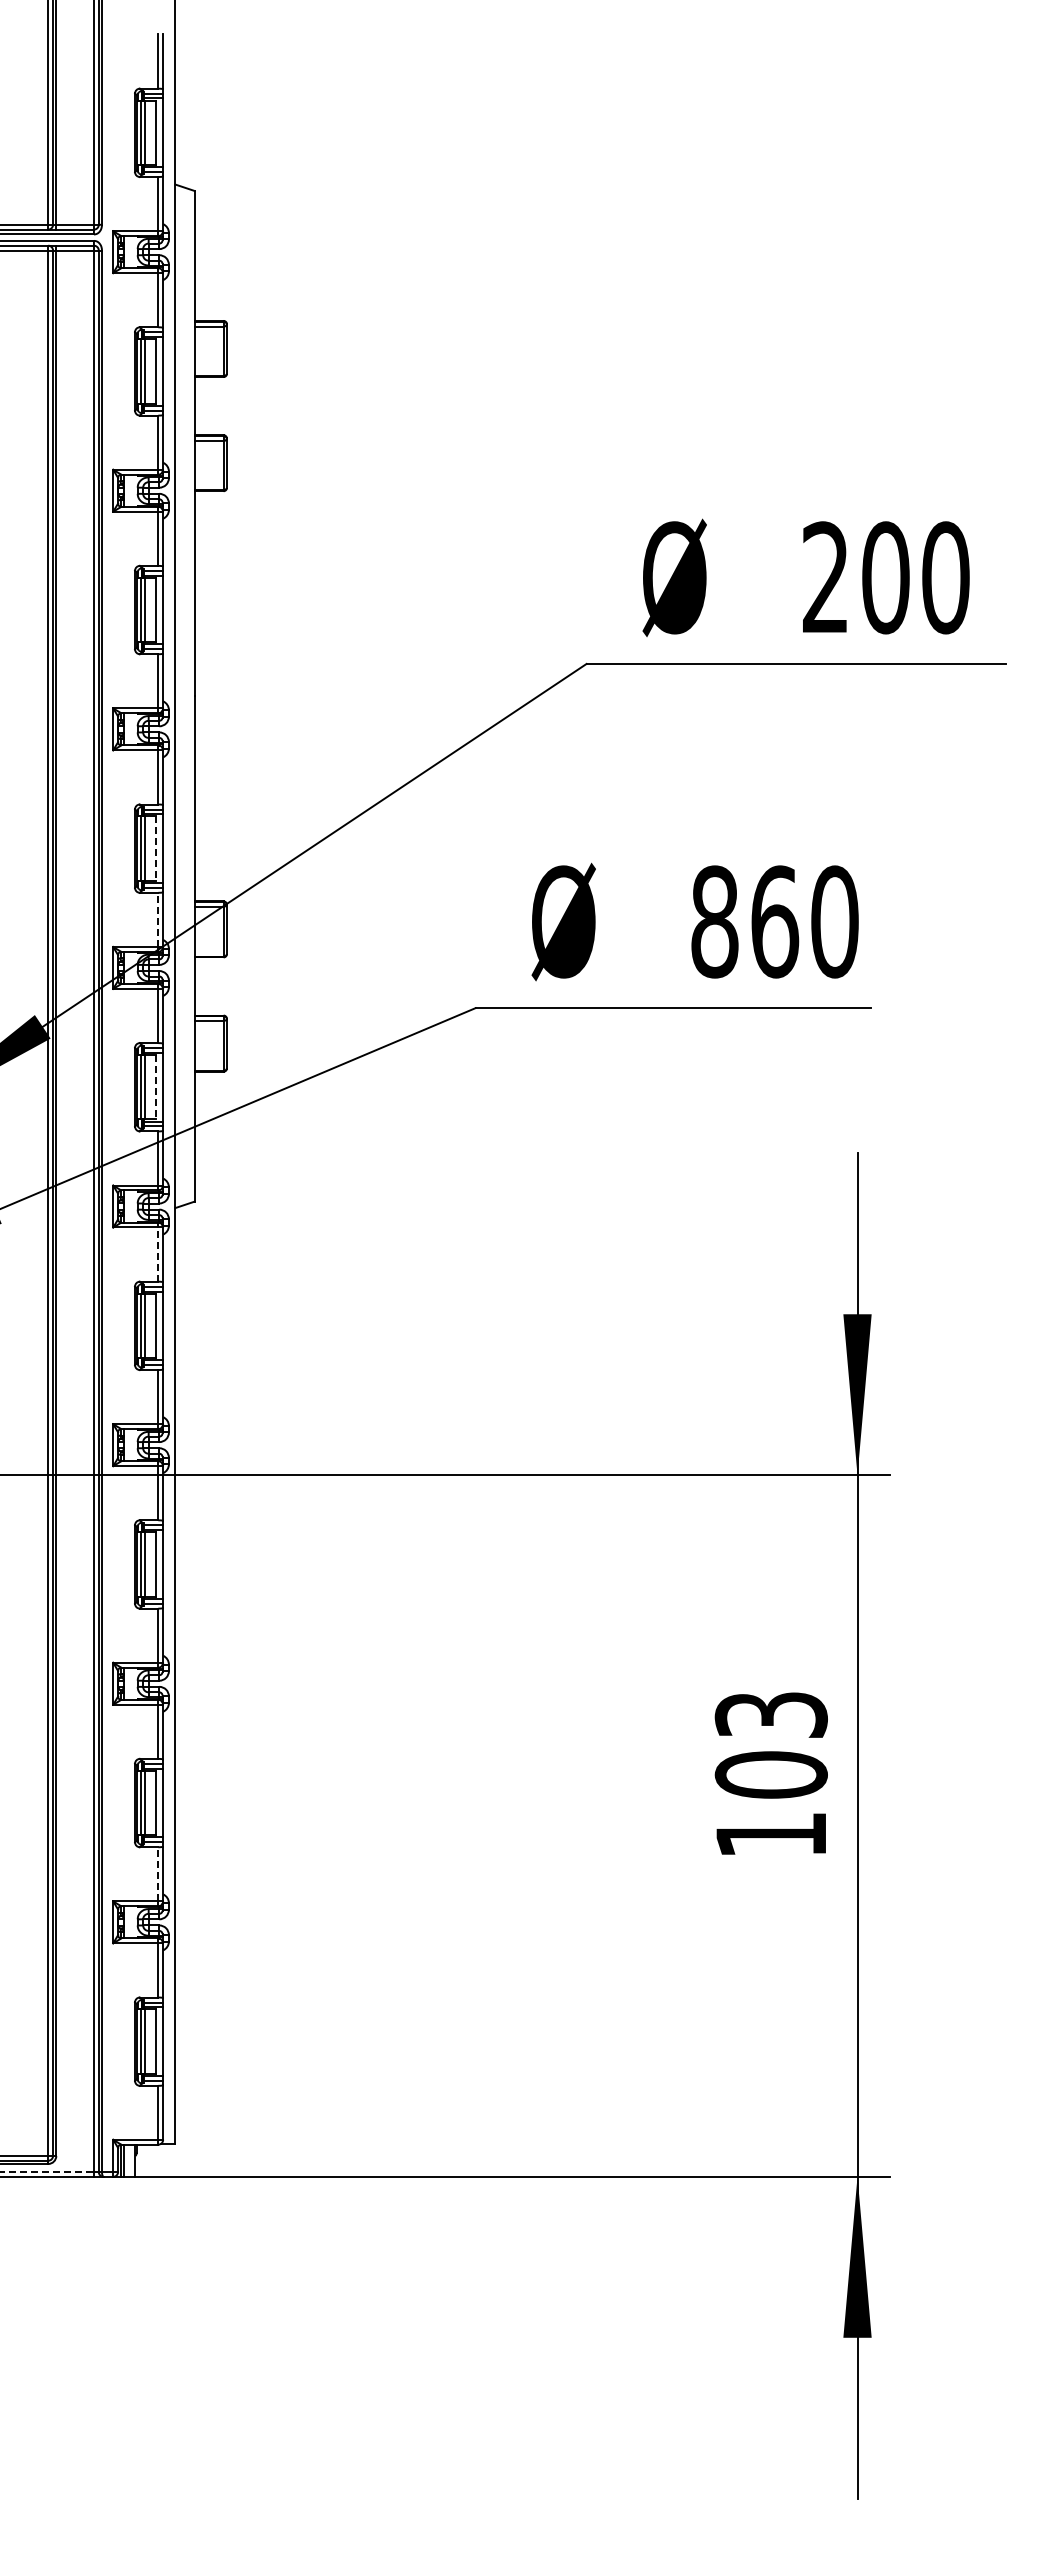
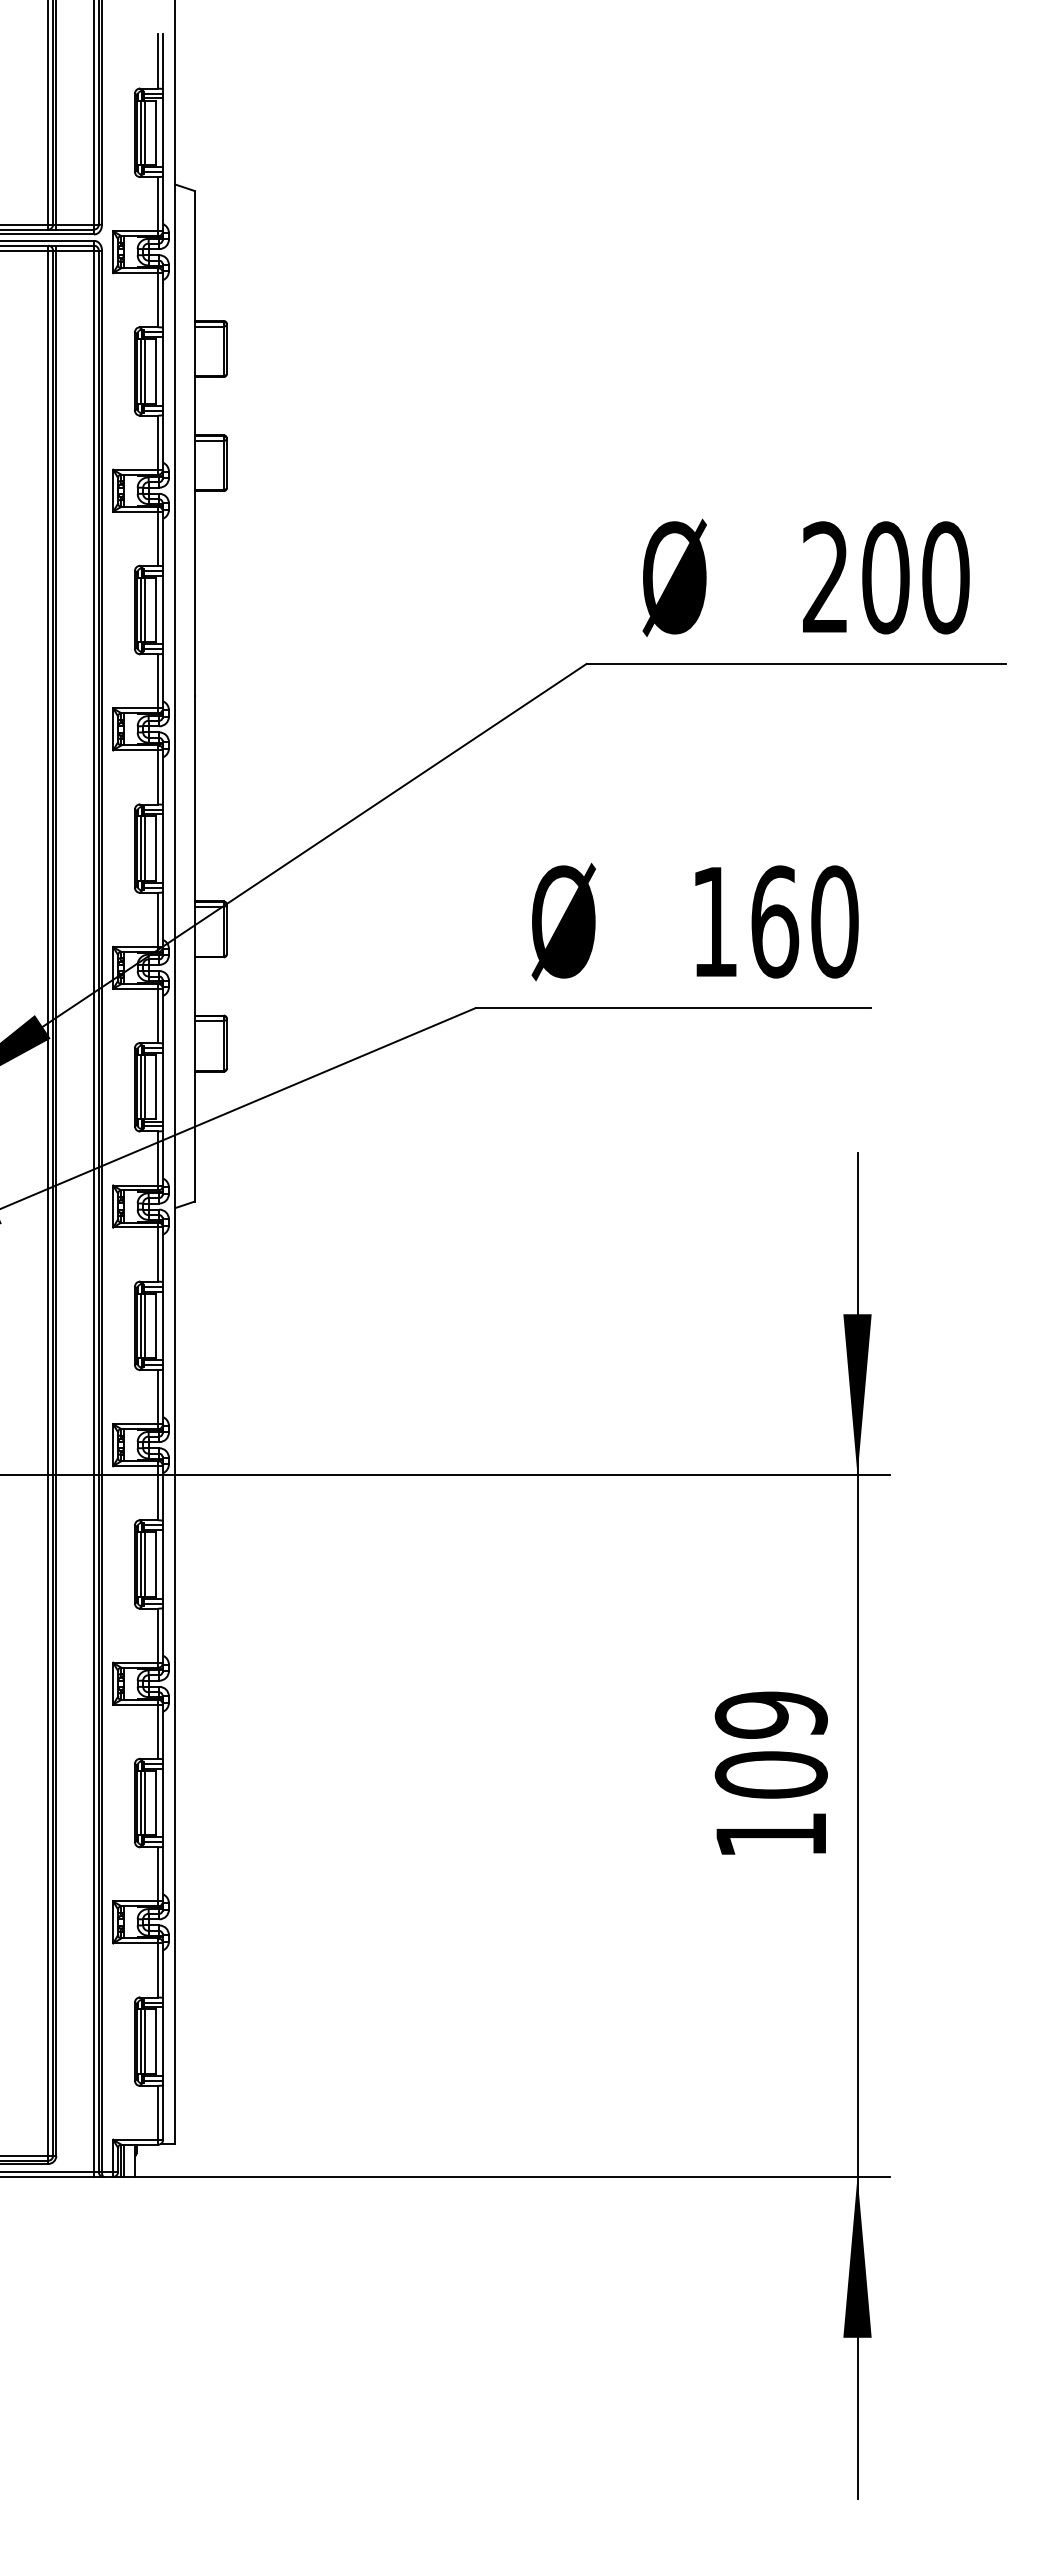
line at (156, 849): dashed -> solid
line at (158, 919): dashed -> solid
text at (714, 921): 860 -> 160
line at (156, 1087): dashed -> solid
line at (158, 1254): dashed -> solid
text at (770, 1714): 103 -> 109
line at (158, 1873): dashed -> solid
line at (46, 2172): dashed -> solid
